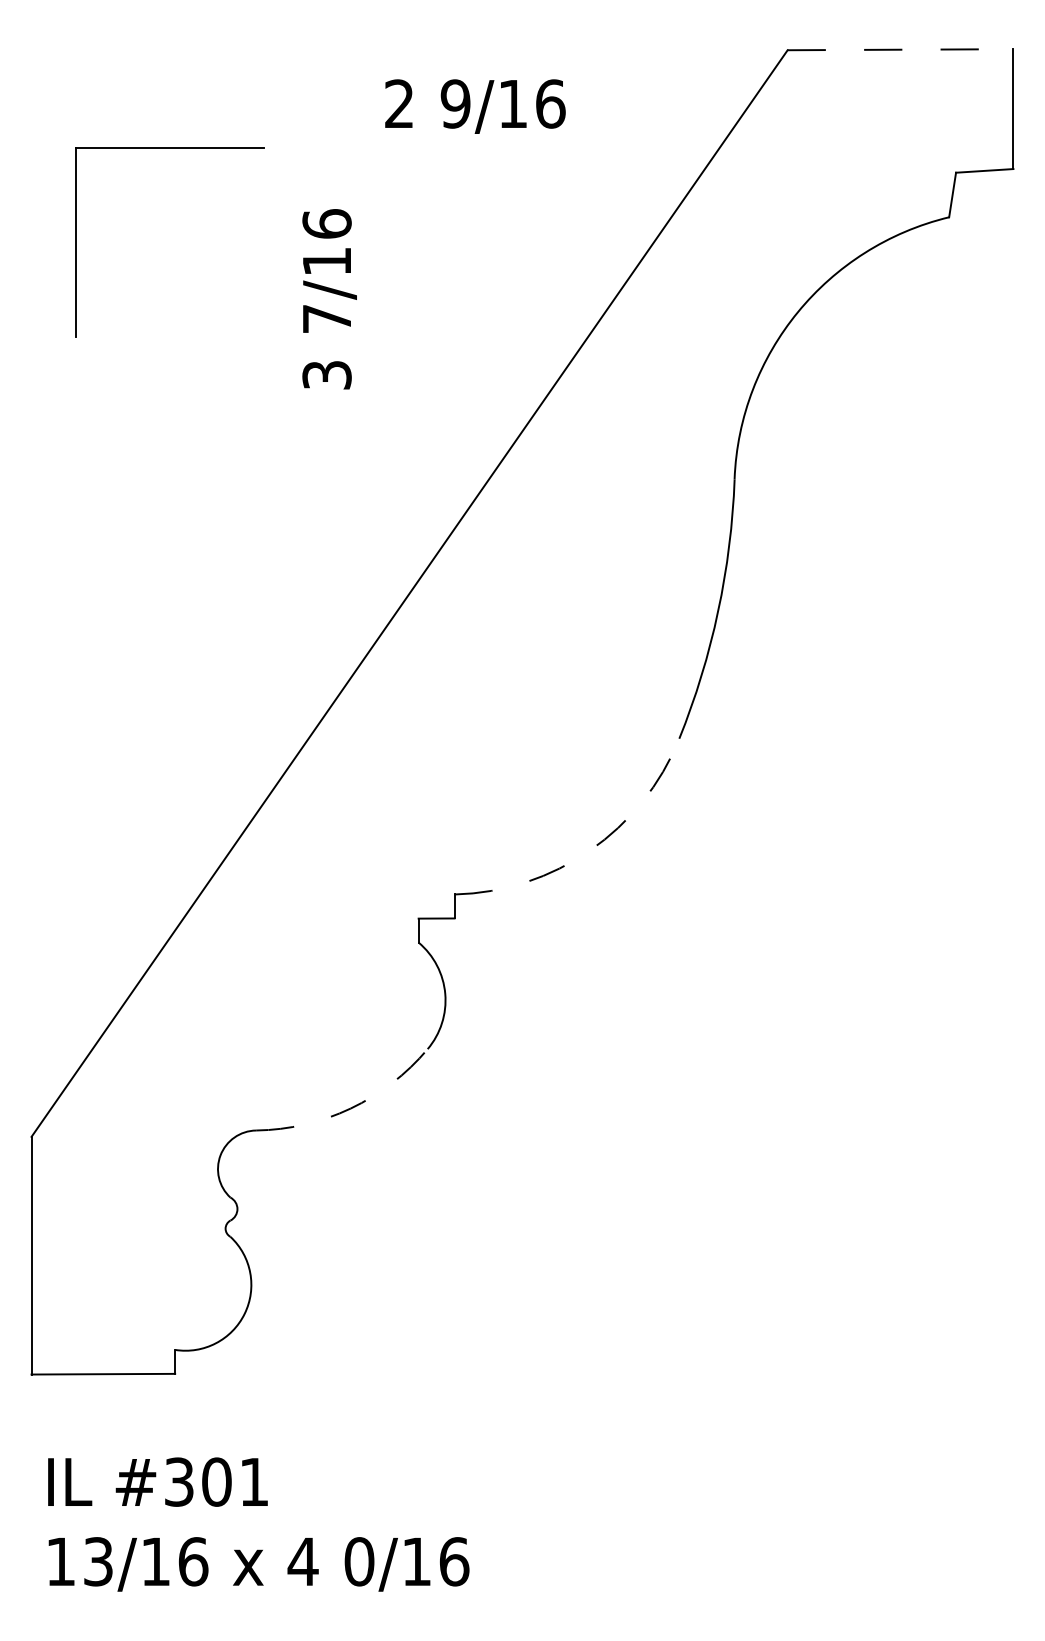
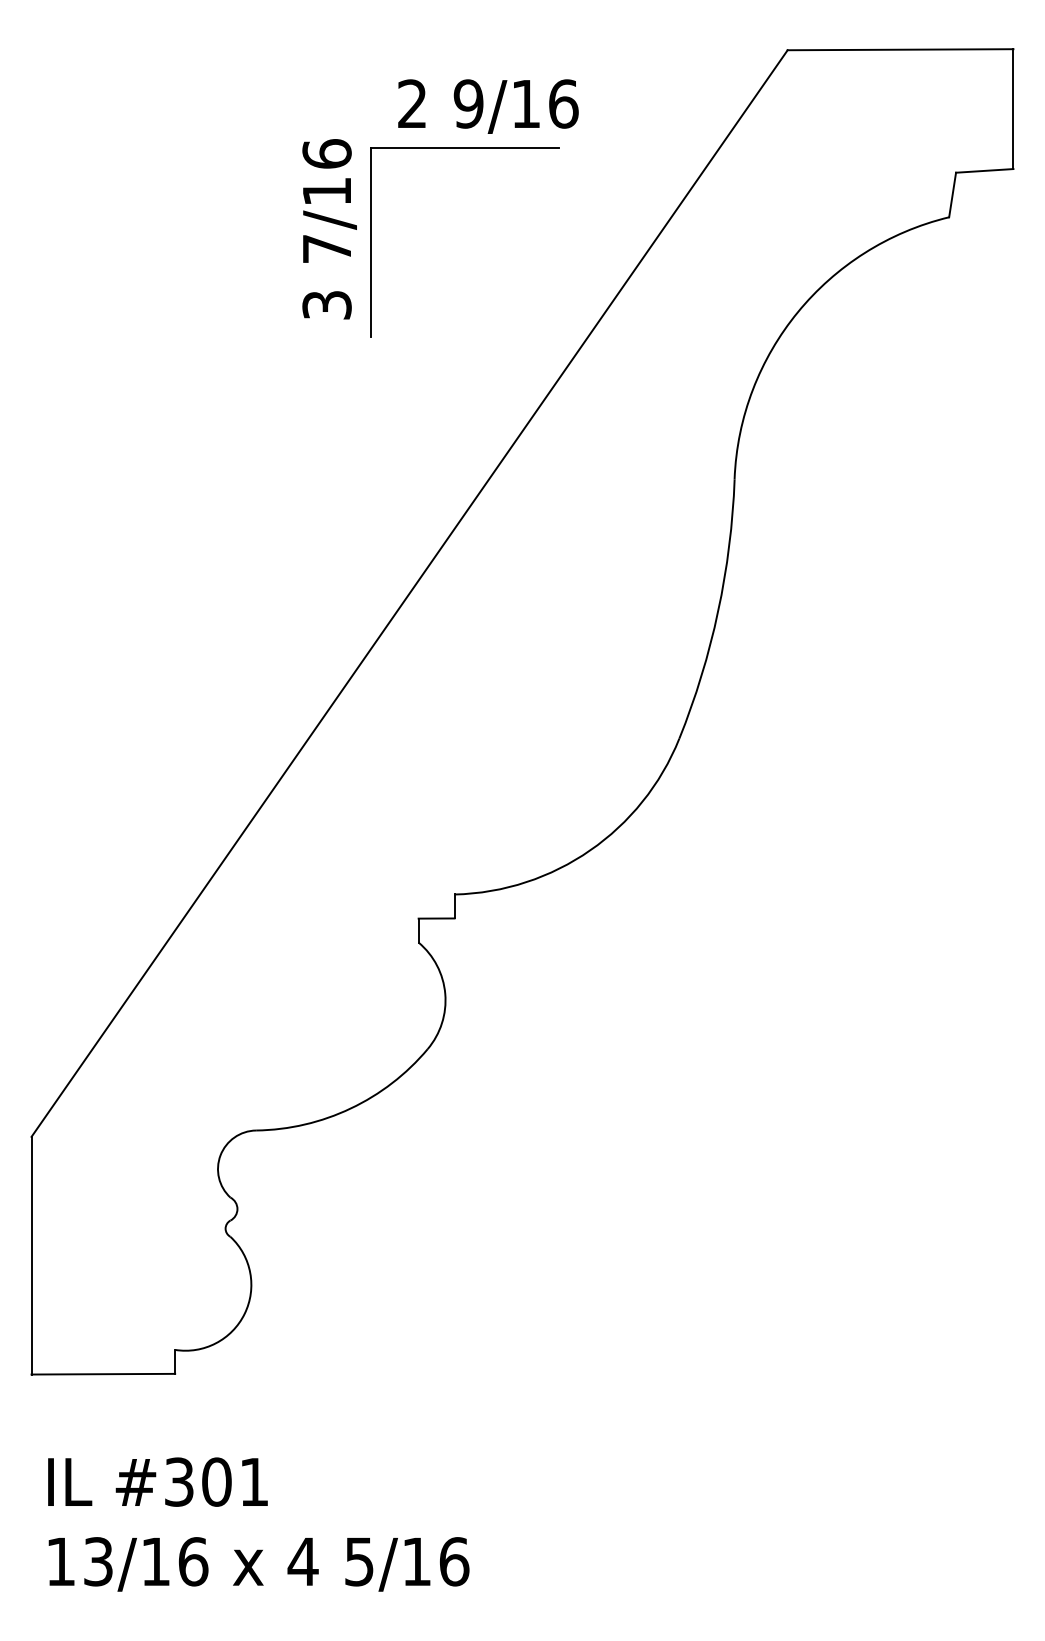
line at (900, 49): dashed -> solid
text at (475, 106) position: (475, 106) -> (488, 106)
part at (76, 242) position: (76, 242) -> (371, 242)
text at (329, 299) position: (329, 299) -> (329, 229)
arc at (590, 850): dashed -> solid
arc at (350, 1108): dashed -> solid
text at (359, 1561): 0/16 -> 5/16
